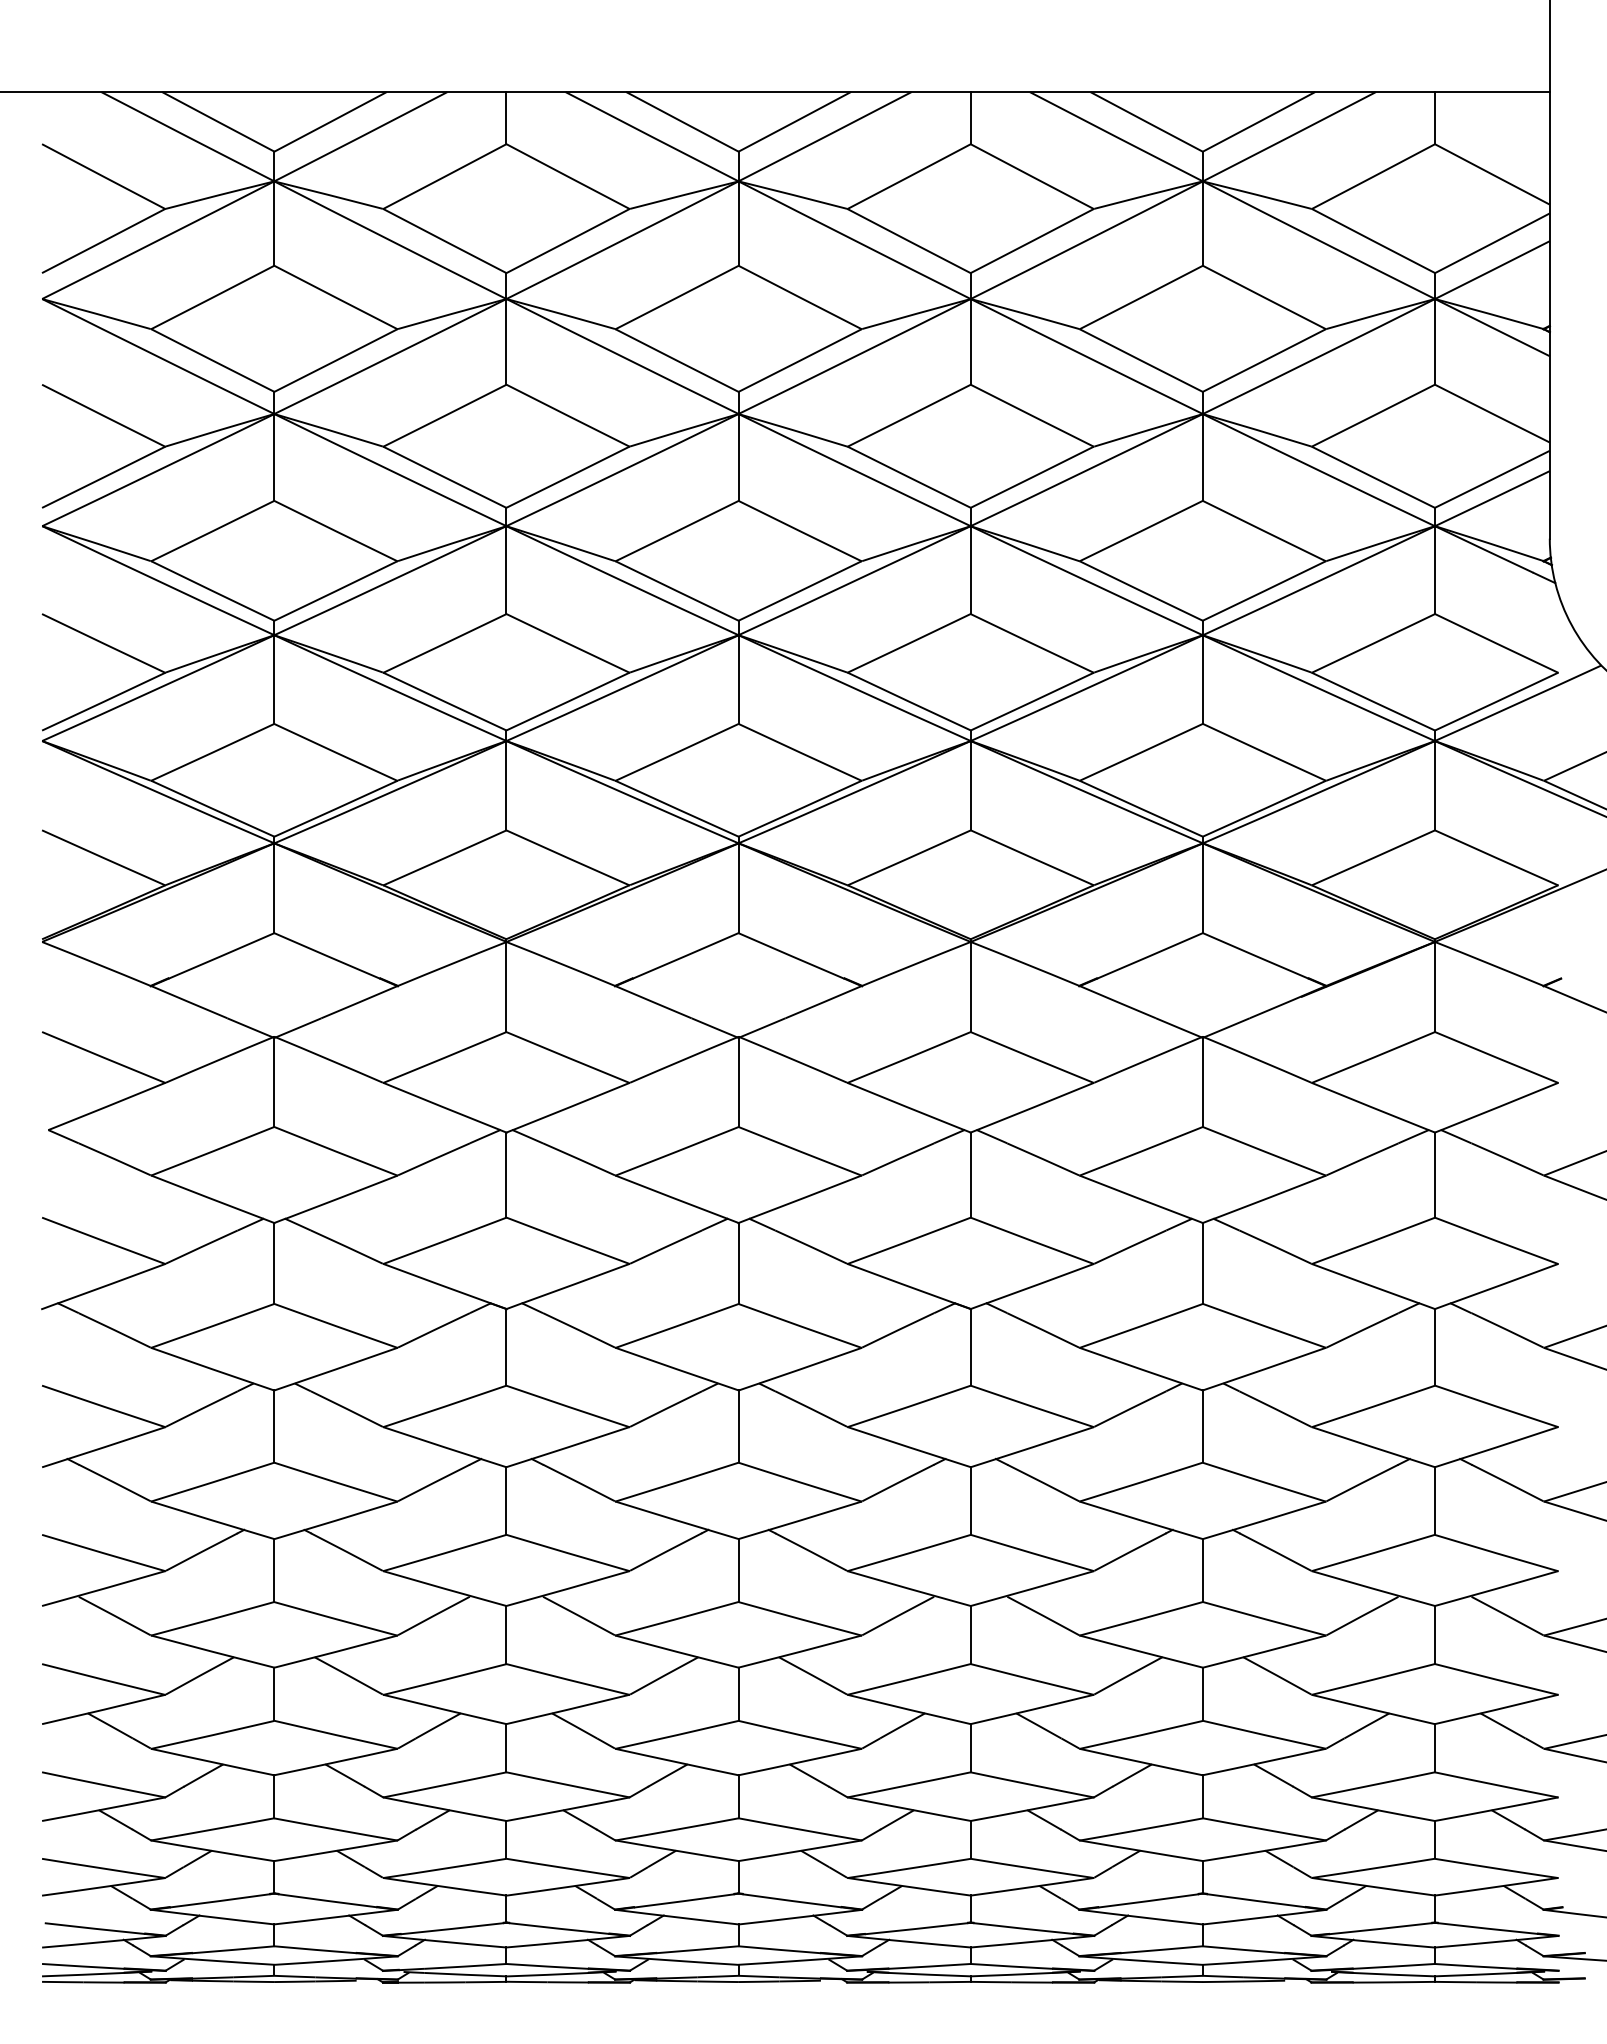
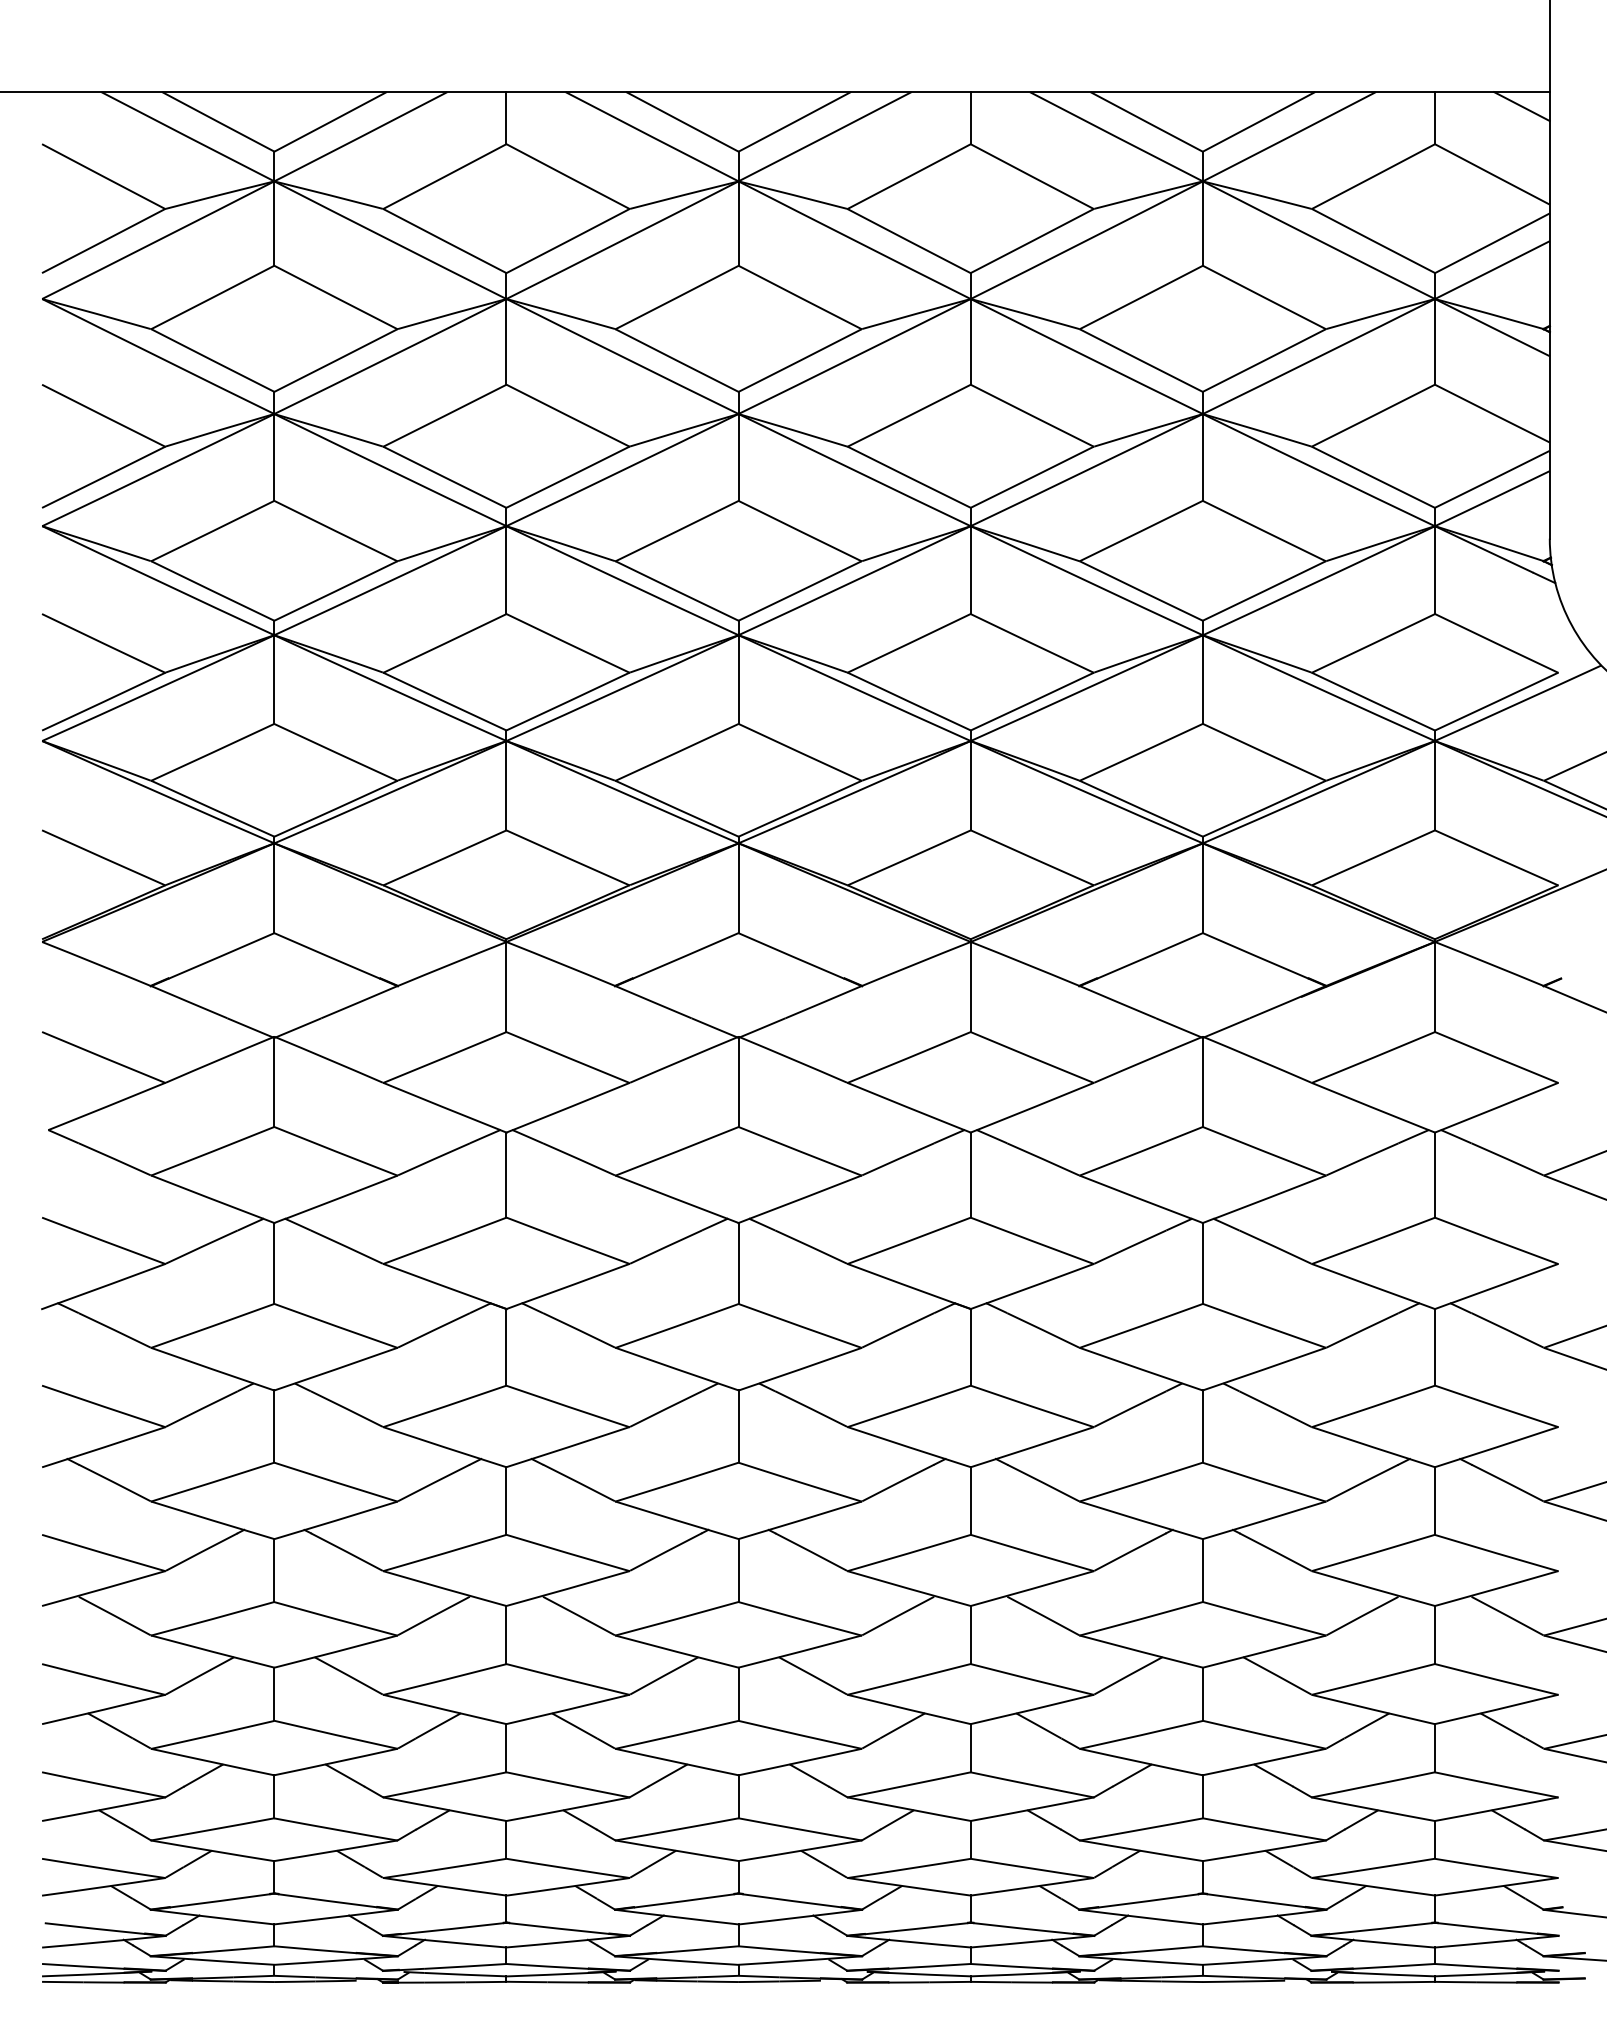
line at (1521, 106): none -> present
